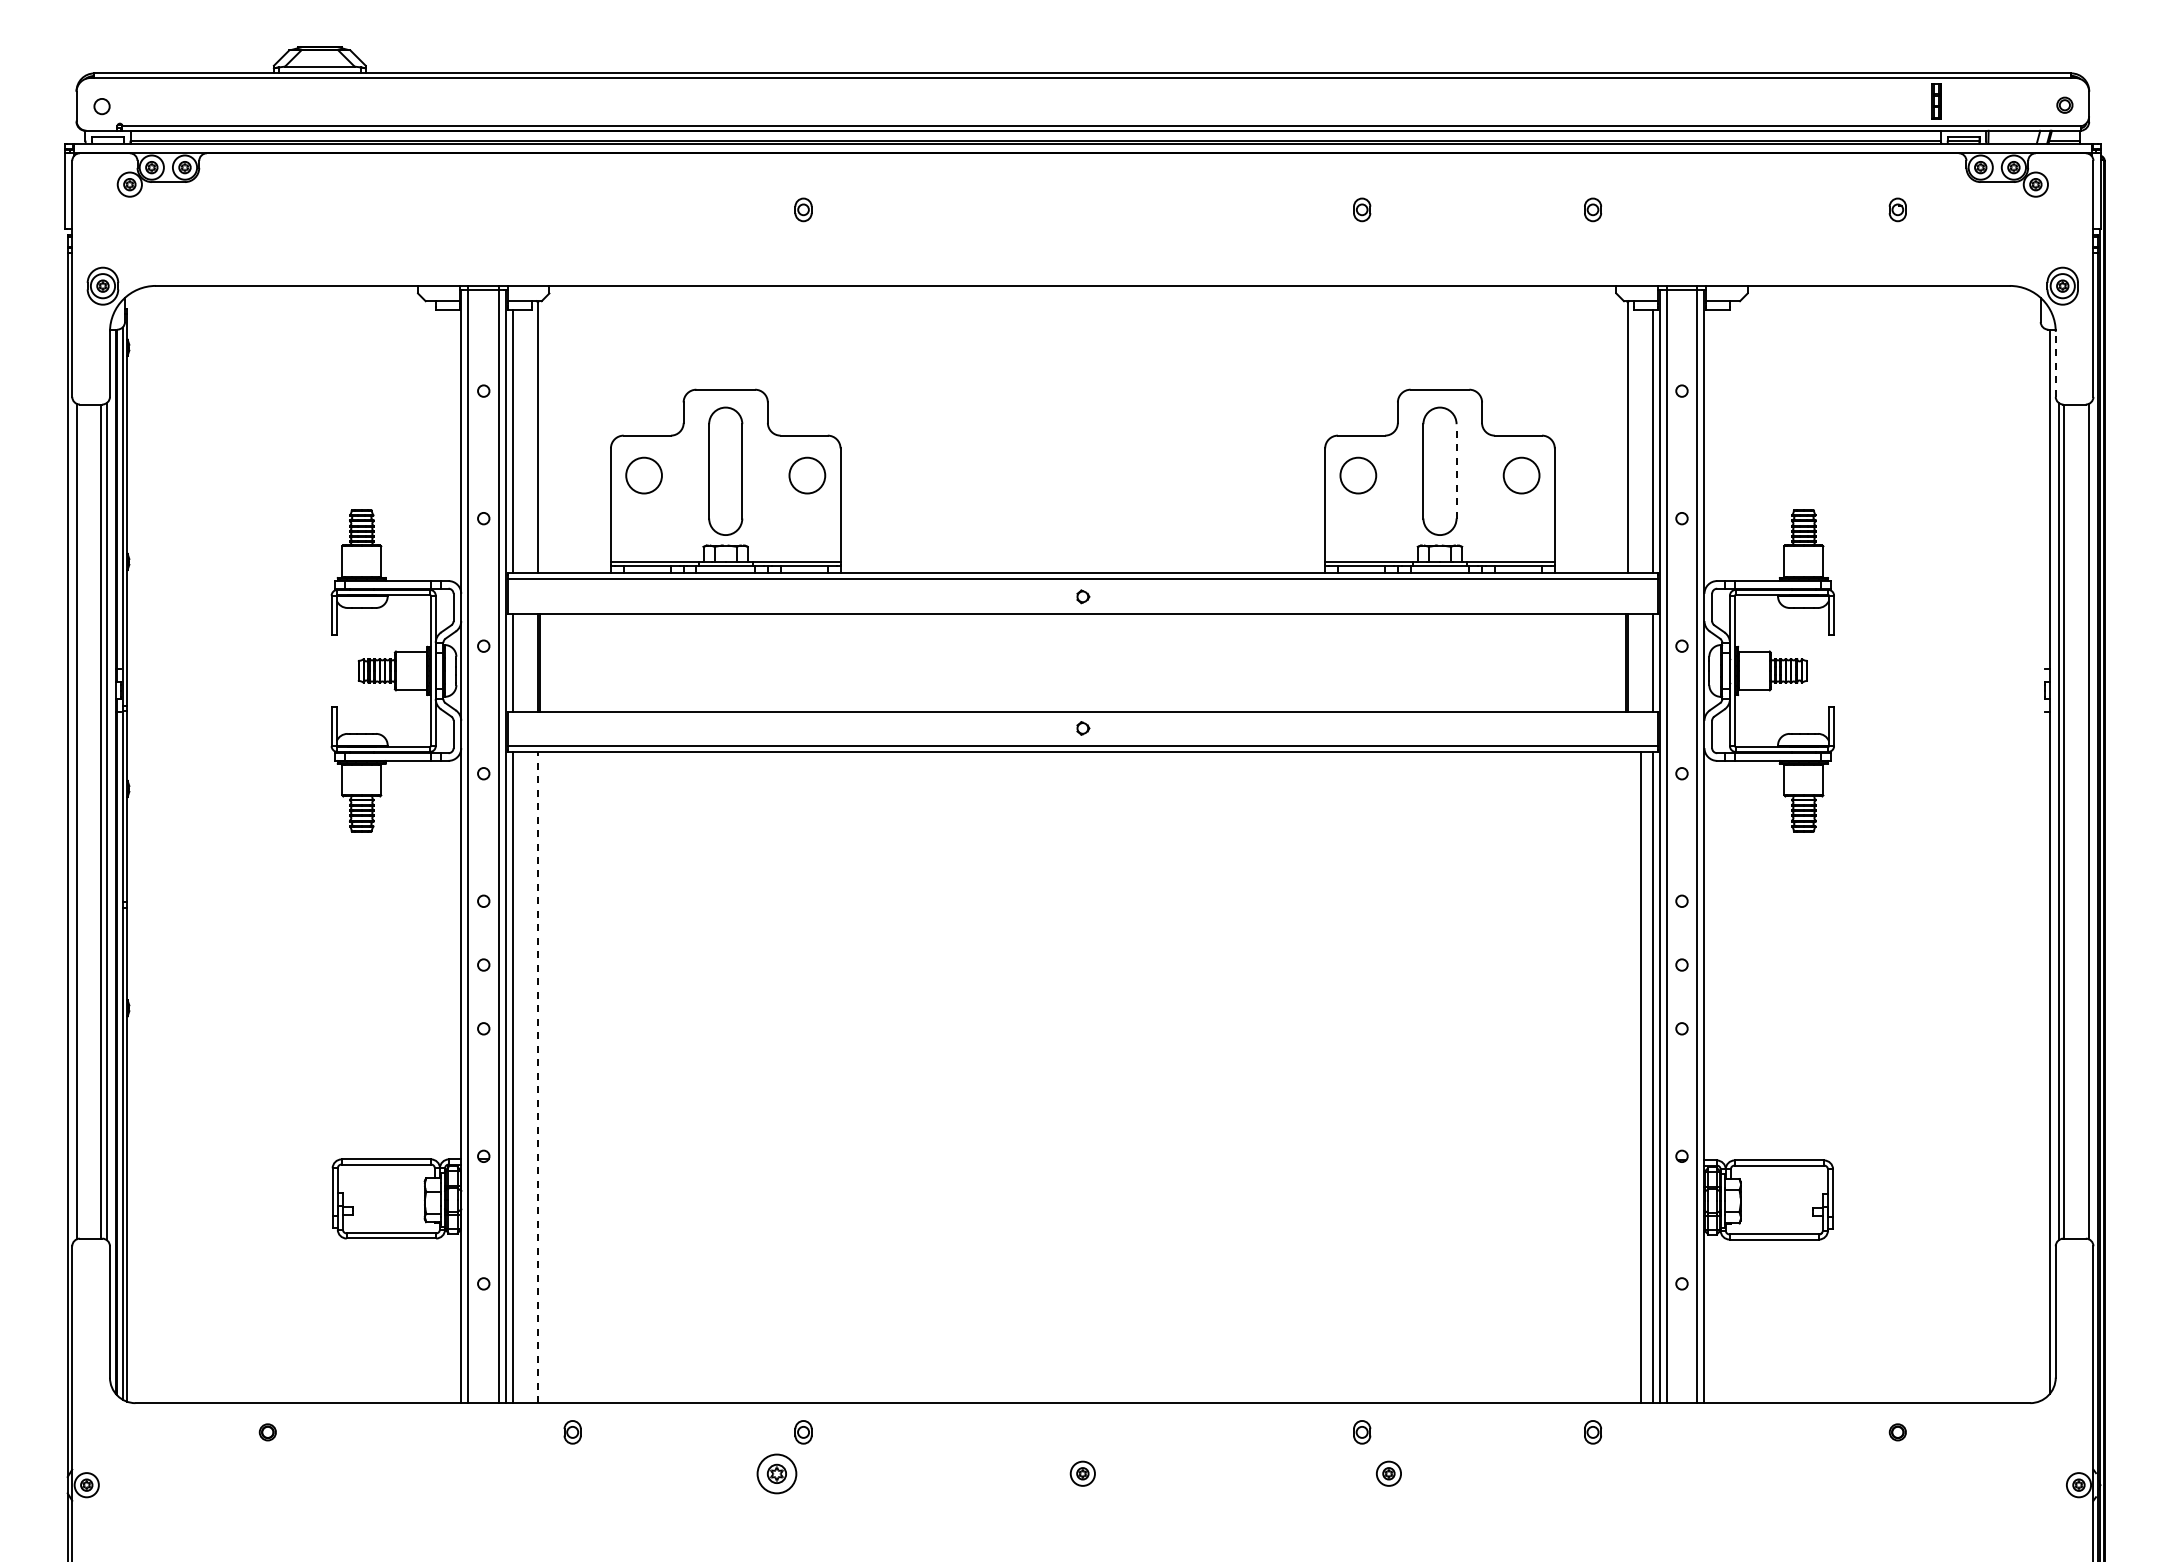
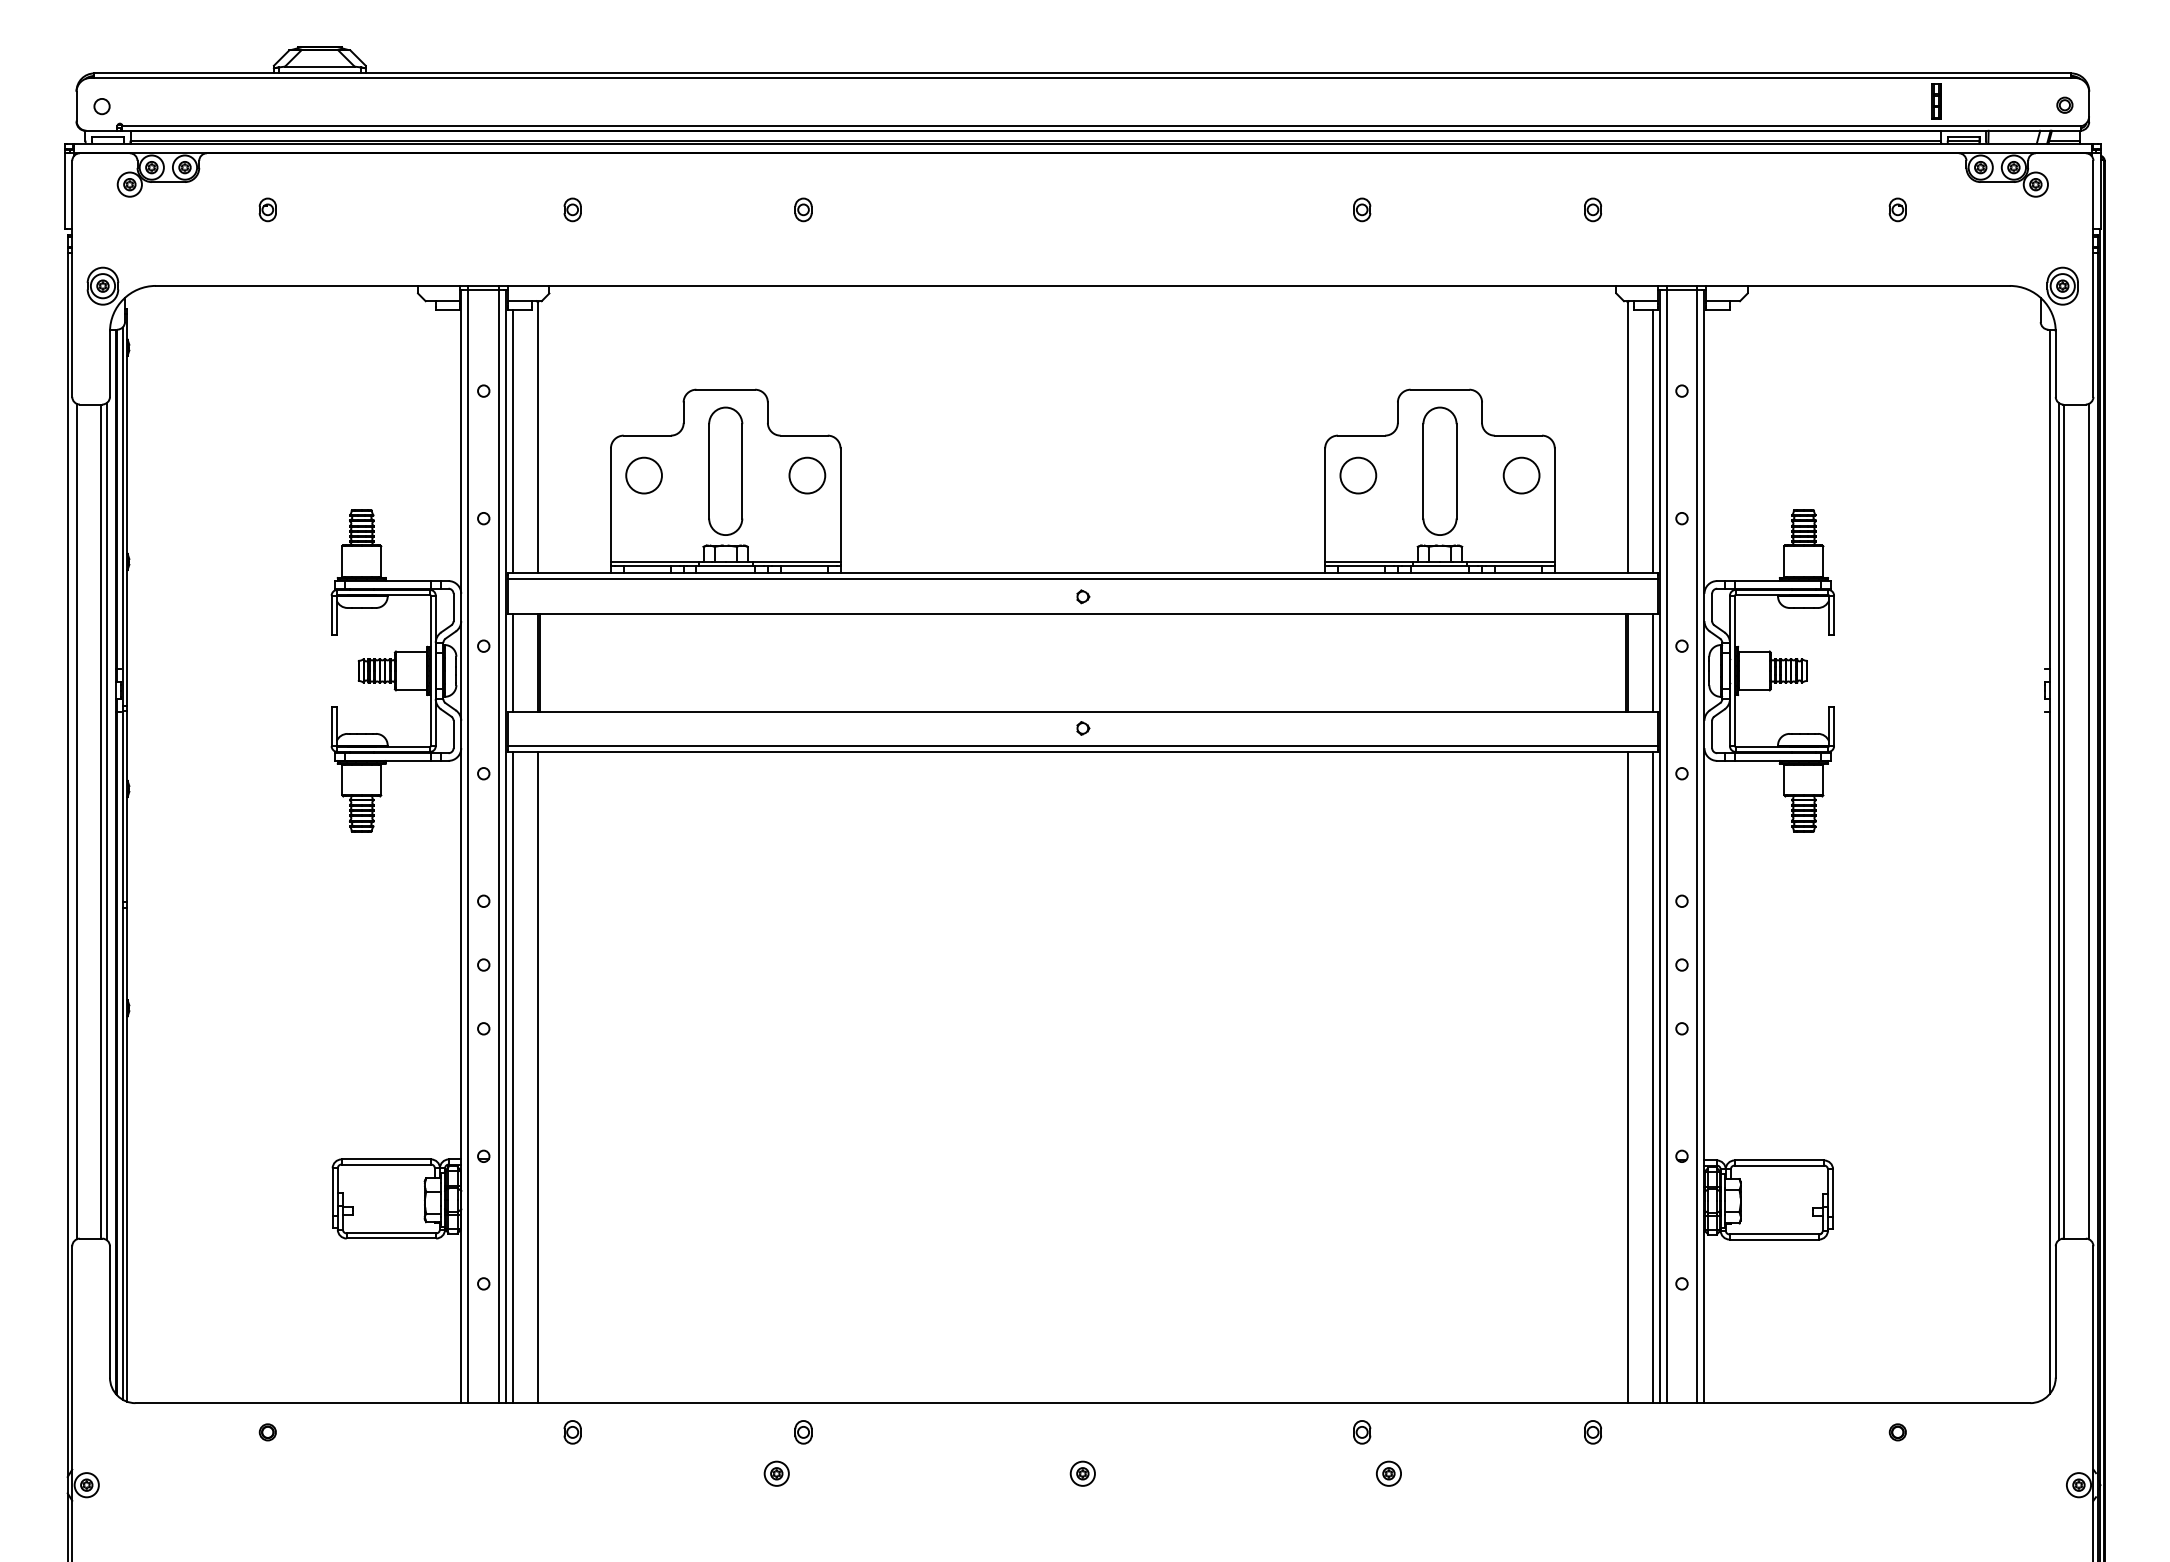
part at (267, 209): none -> present
part at (572, 209): none -> present
line at (2055, 364): dashed -> solid
line at (1456, 470): dashed -> solid
line at (538, 1077): dashed -> solid
line at (1640, 1077) position: (1640, 1077) -> (1627, 1077)
part at (776, 1473) size: 42x42 px -> 27x27 px
